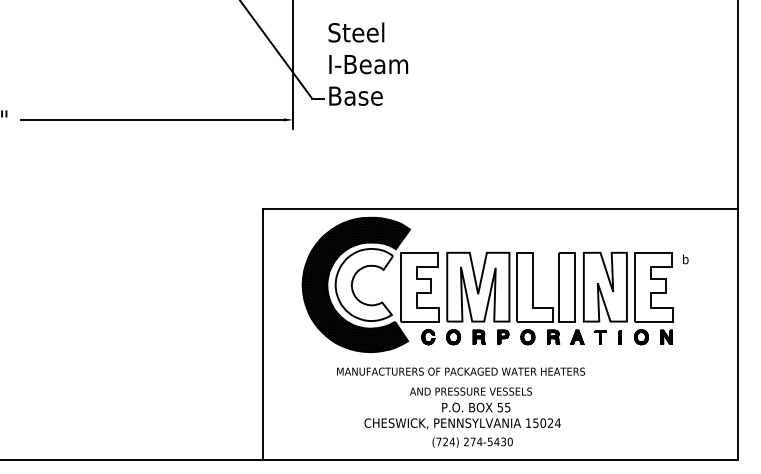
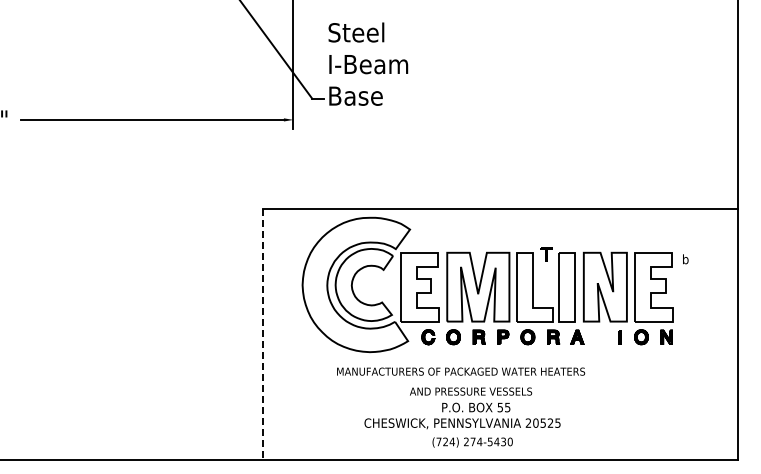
hatch at (355, 284): present -> none
line at (263, 335): solid -> dashed
part at (600, 337) position: (600, 337) -> (546, 254)
text at (542, 422): 15024 -> 20525
